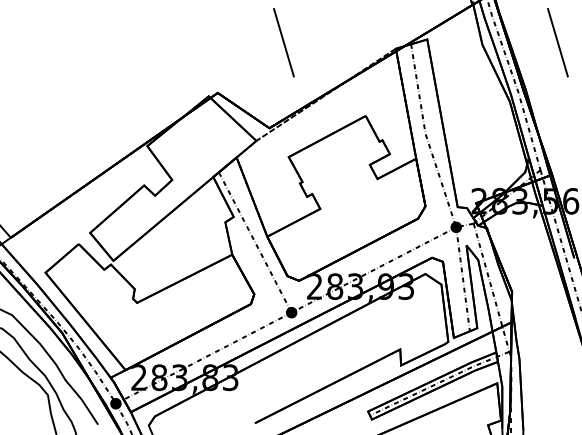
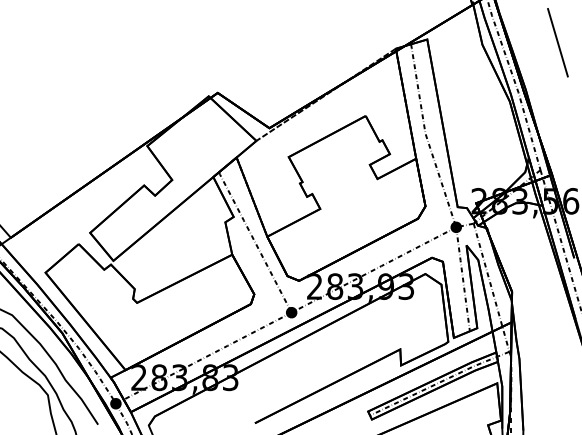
line at (283, 42): present -> none
